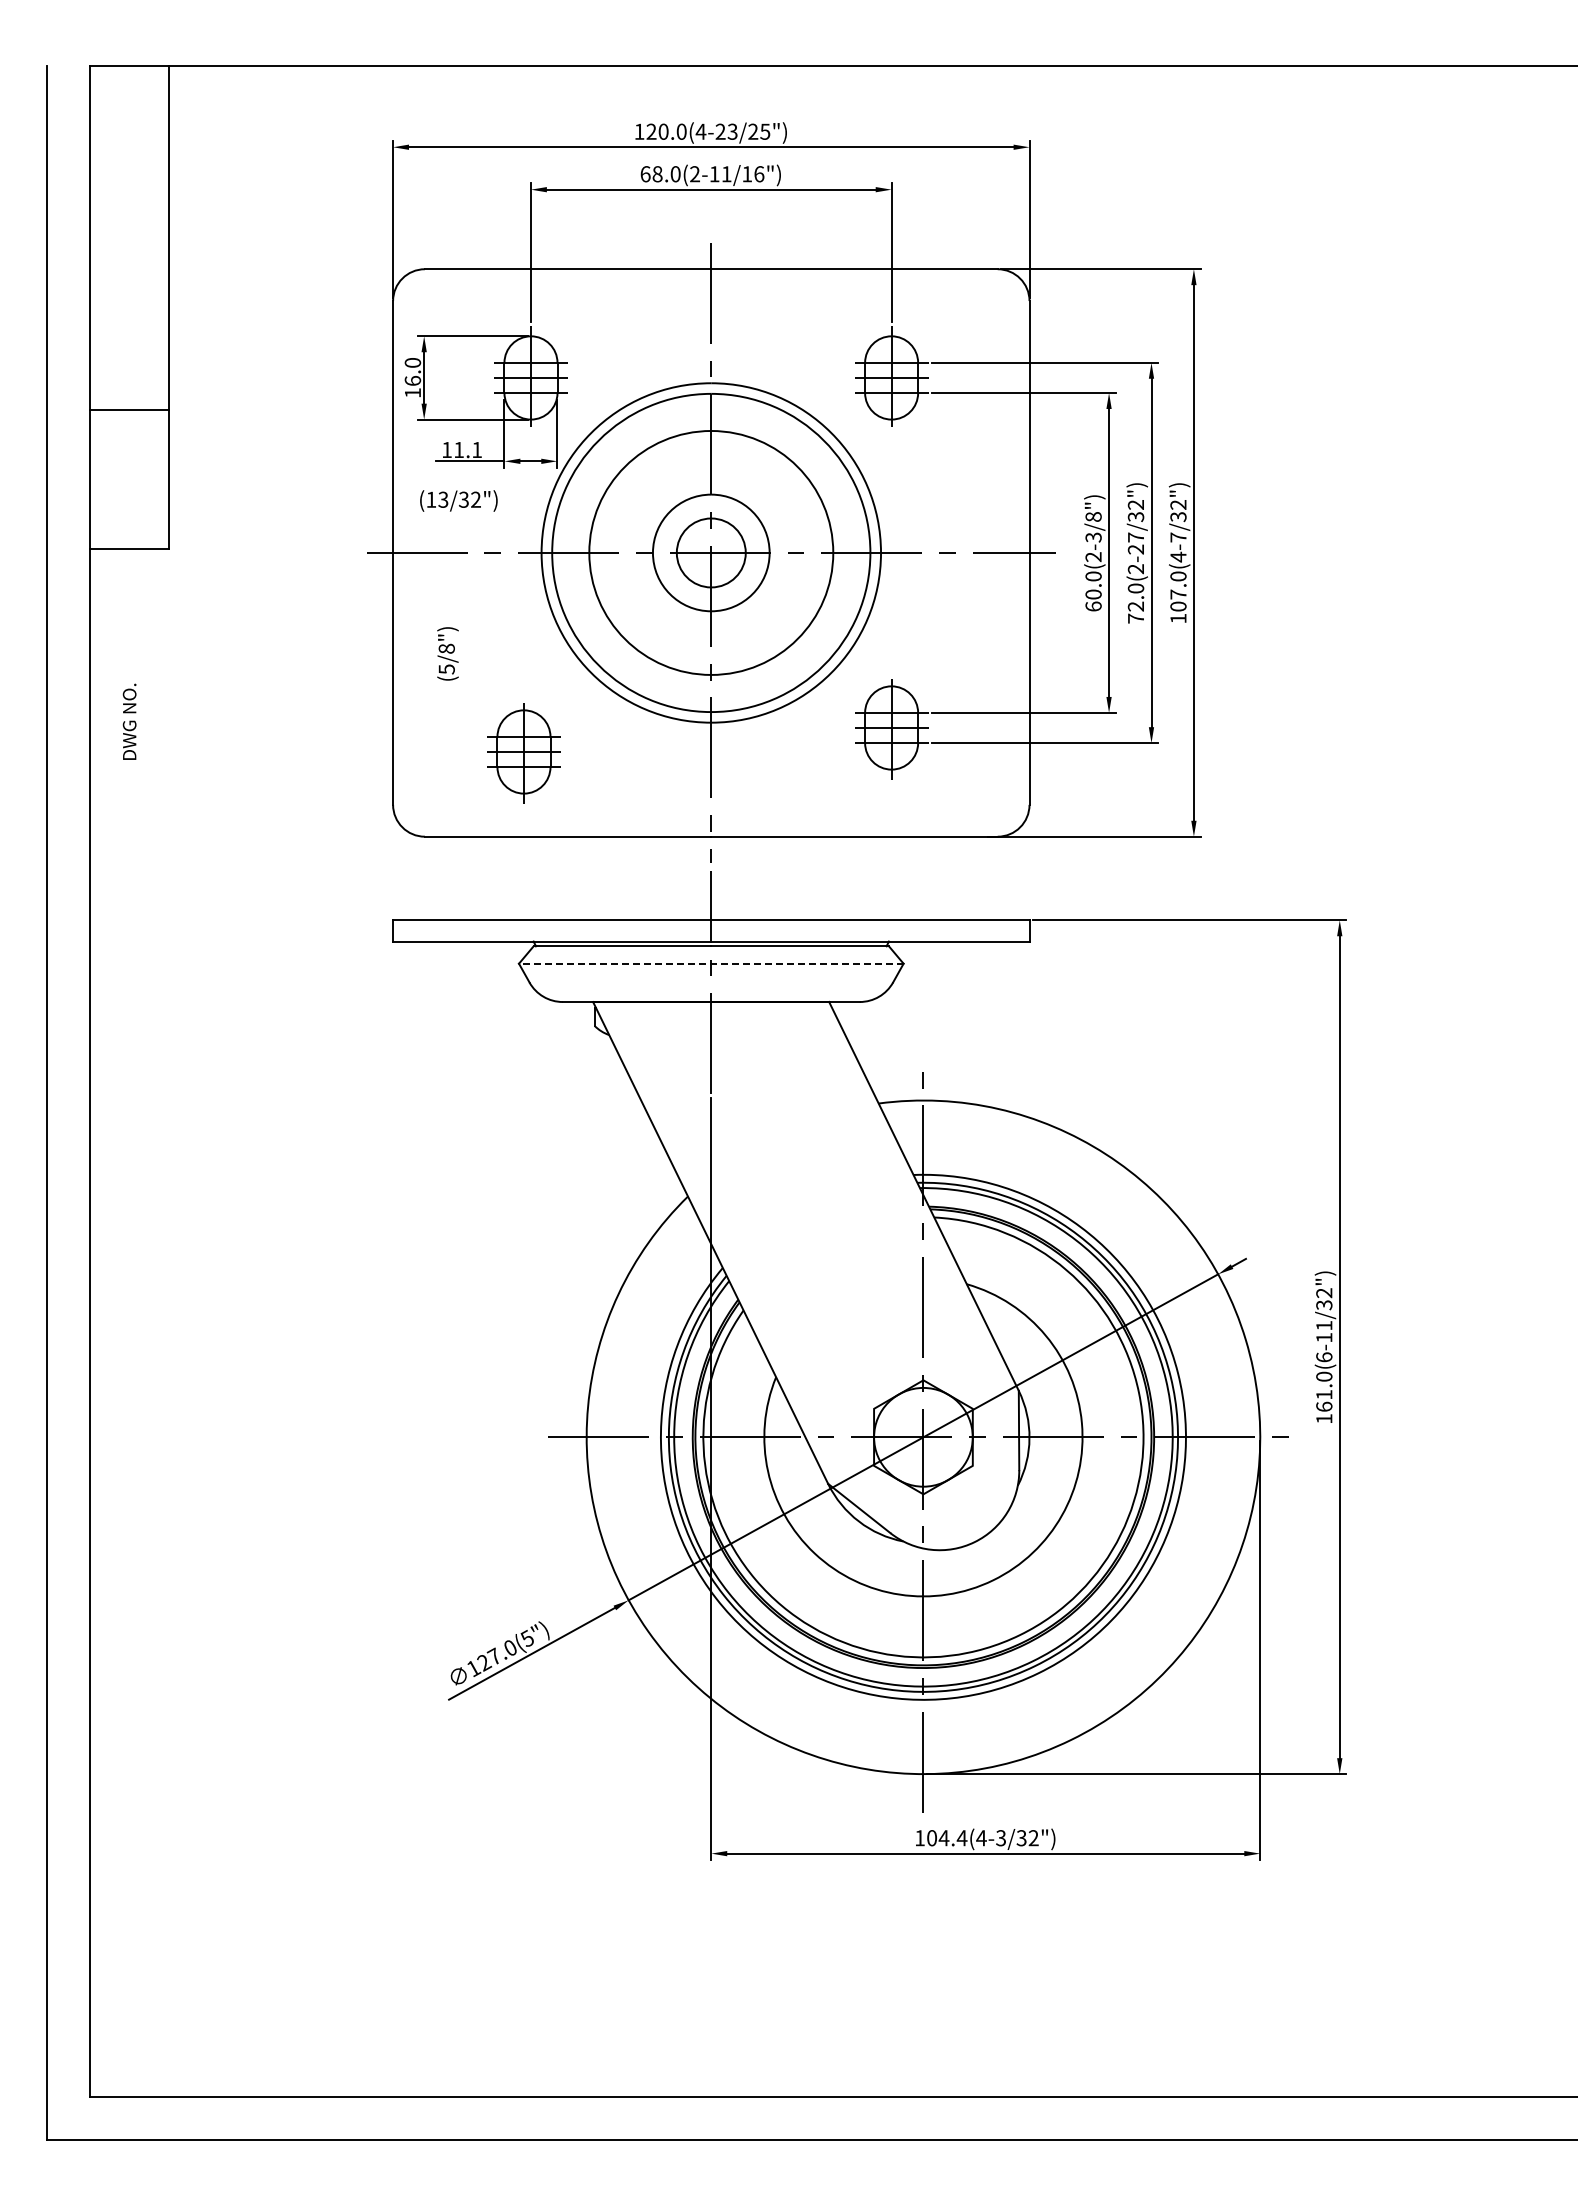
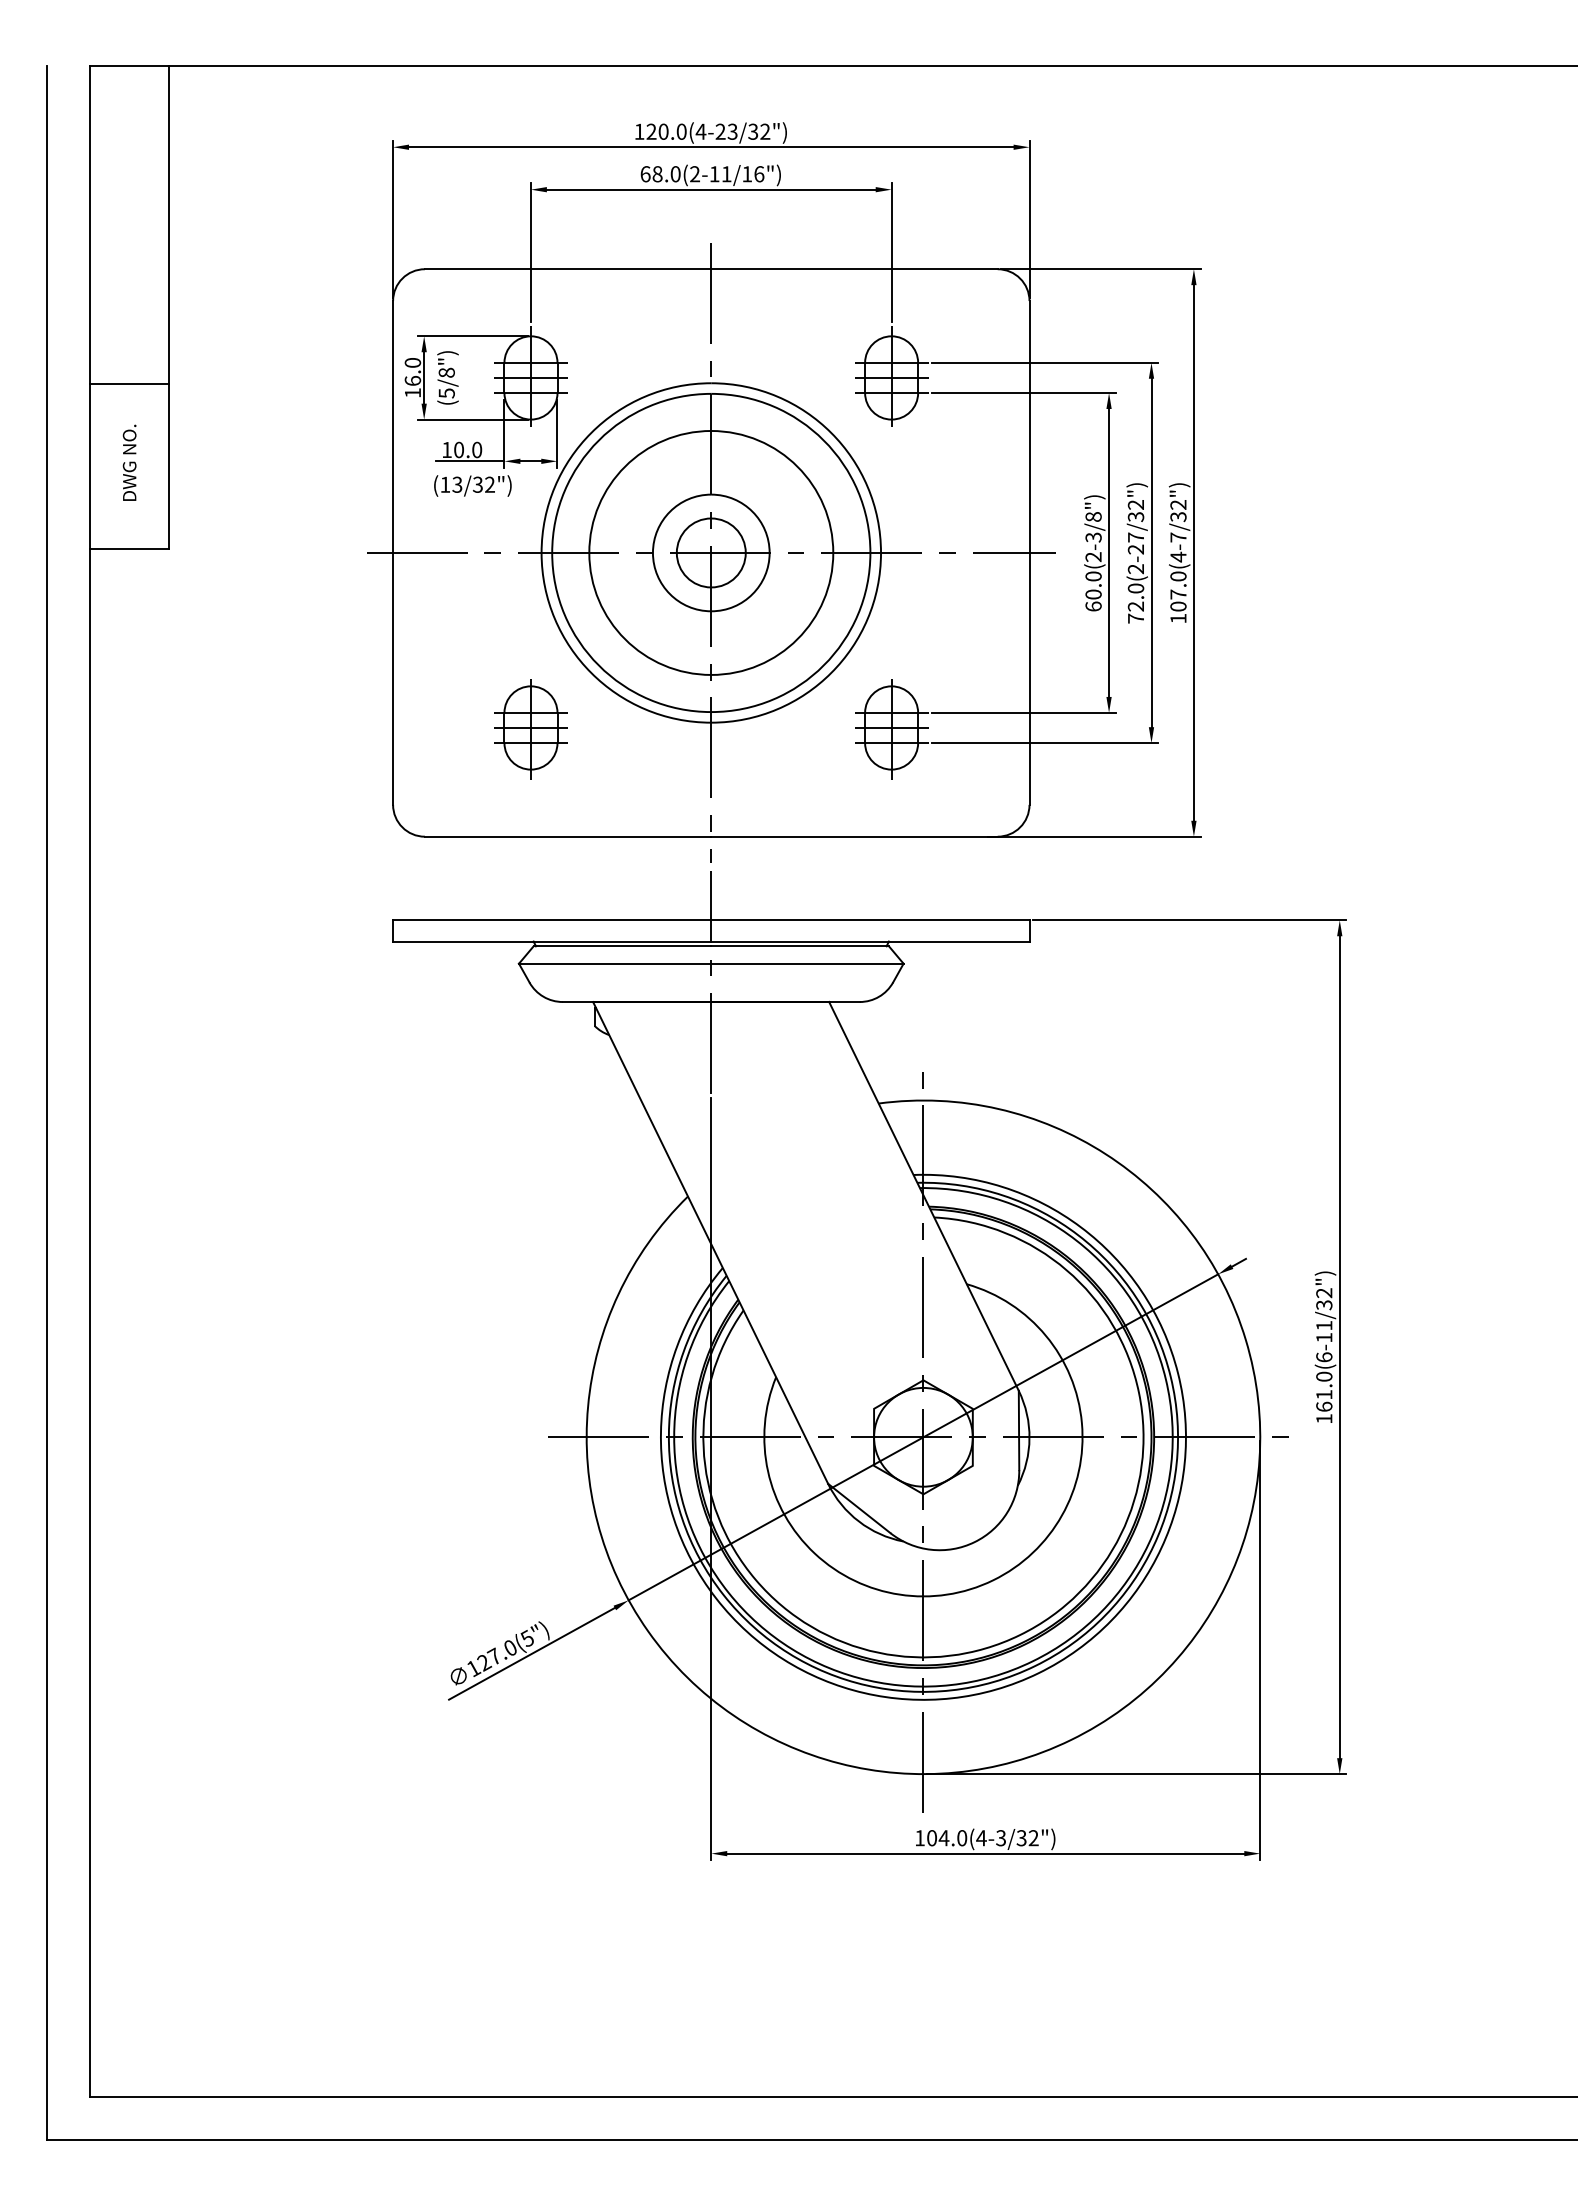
text at (759, 131): 120.0(4-23/25") -> 120.0(4-23/32")
line at (129, 410) position: (129, 410) -> (129, 384)
text at (468, 449): 11.1 -> 10.0
text at (458, 500) position: (458, 500) -> (472, 485)
text at (447, 653) position: (447, 653) -> (447, 377)
text at (129, 721) position: (129, 721) -> (129, 462)
part at (523, 753) position: (523, 753) -> (530, 729)
line at (710, 963): dashed -> solid
text at (961, 1838): 104.4(4-3/32") -> 104.0(4-3/32")
